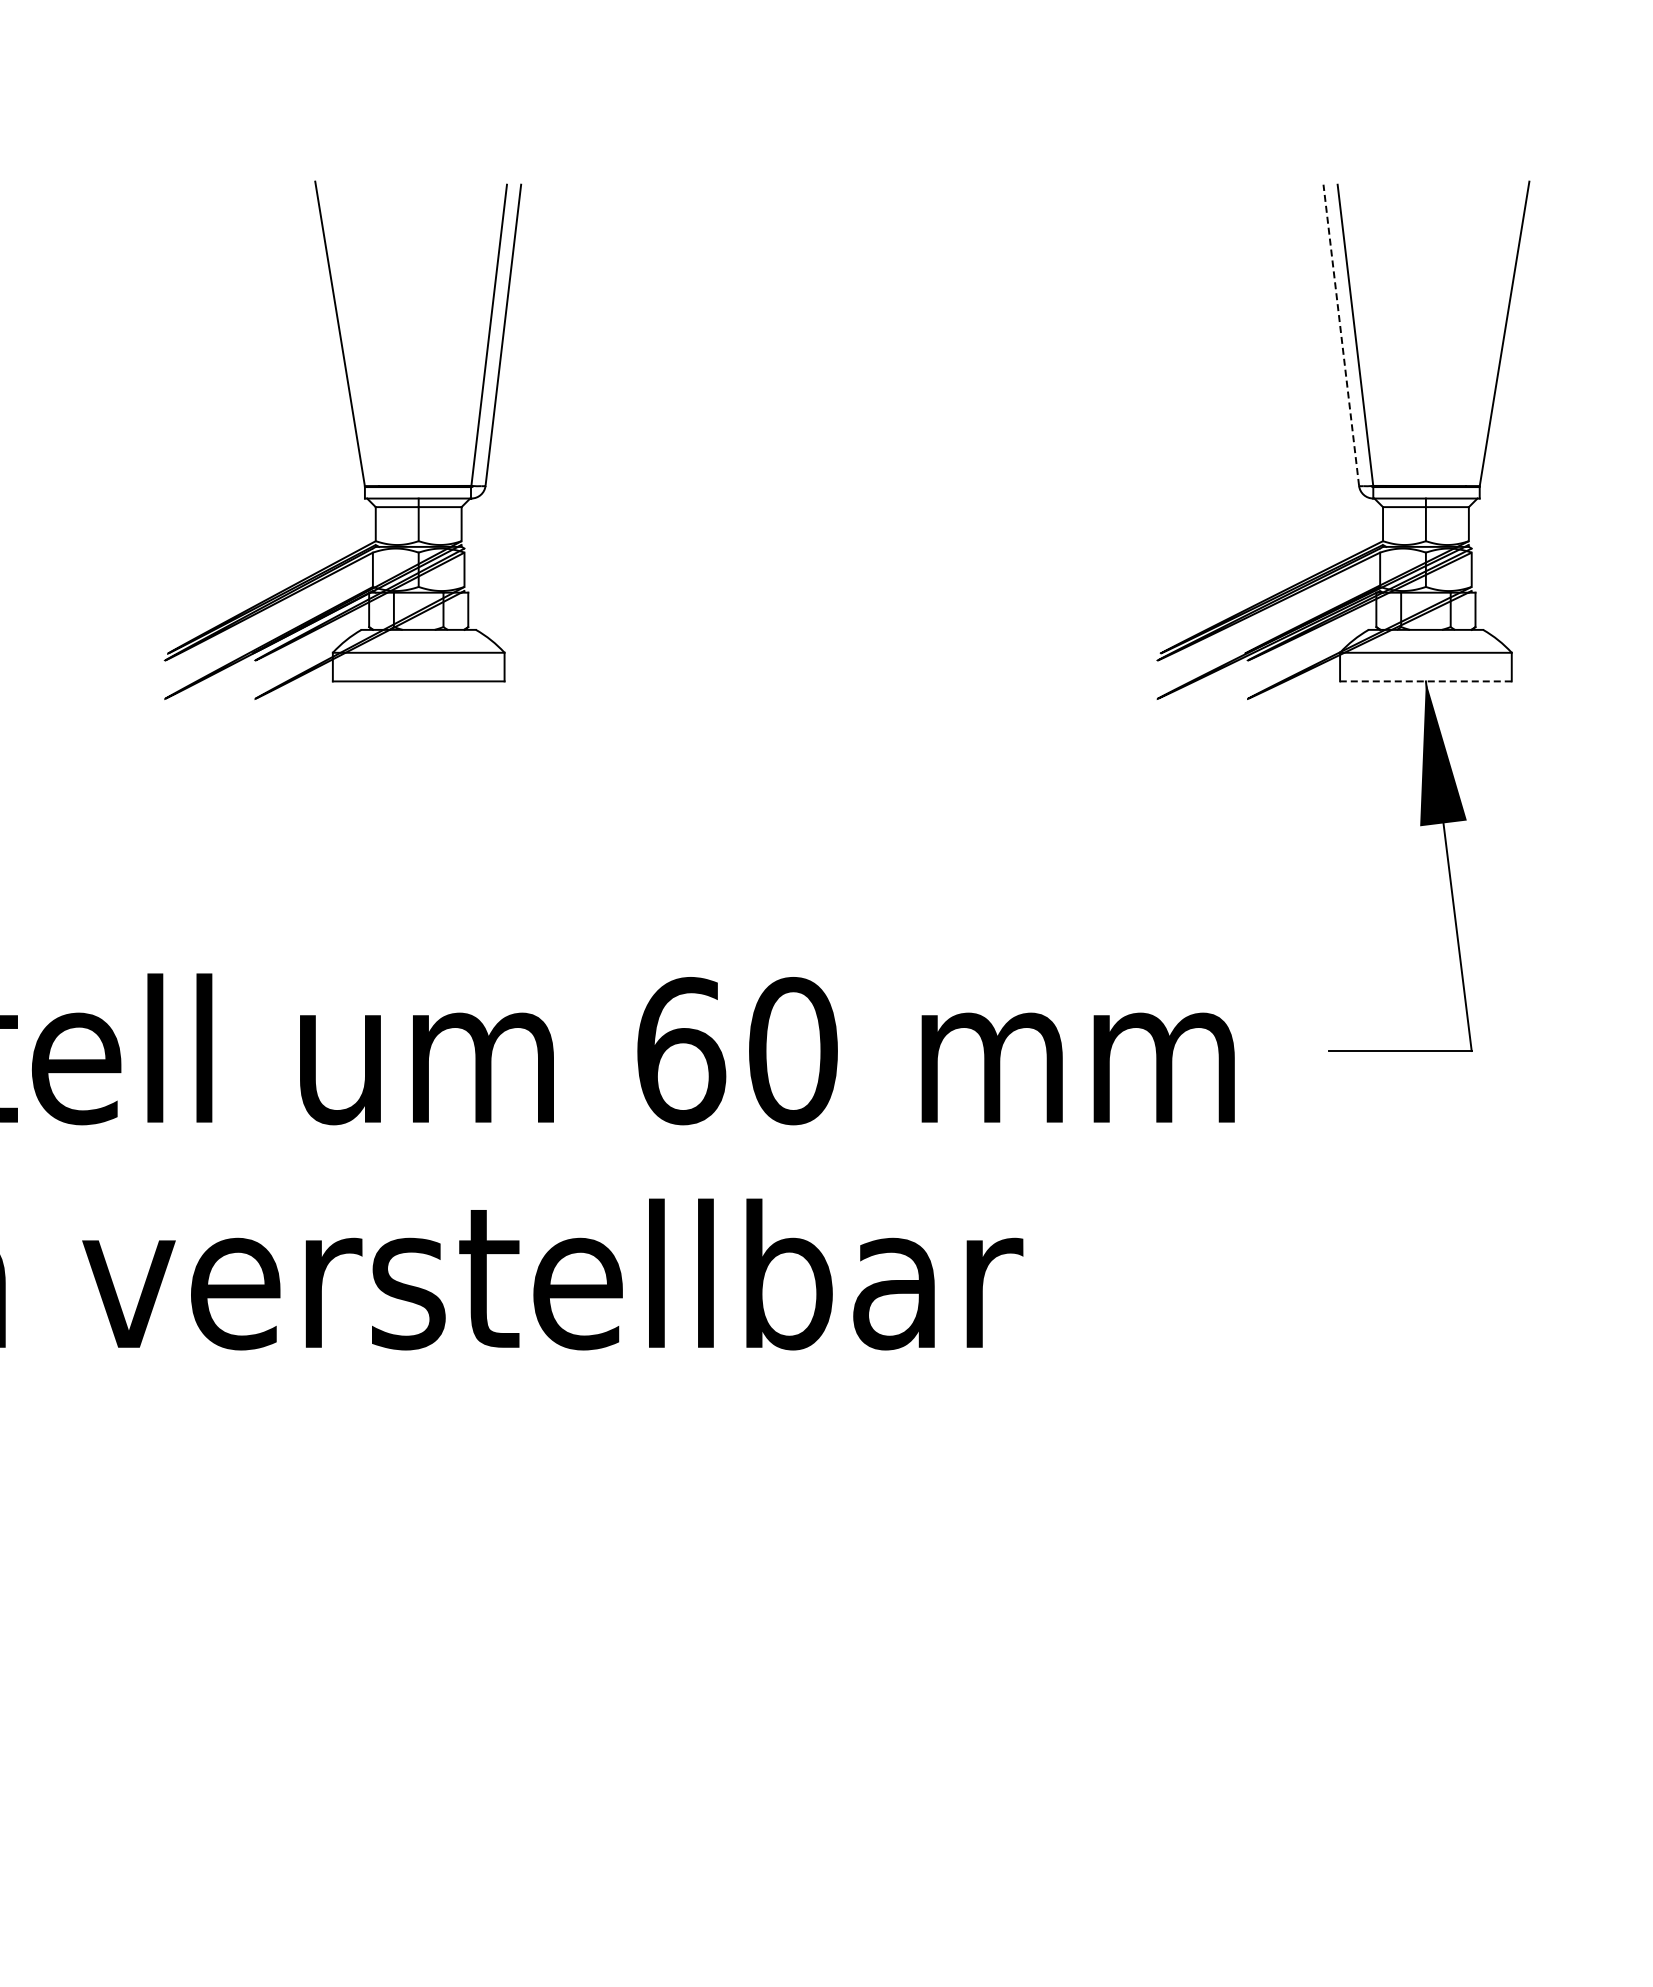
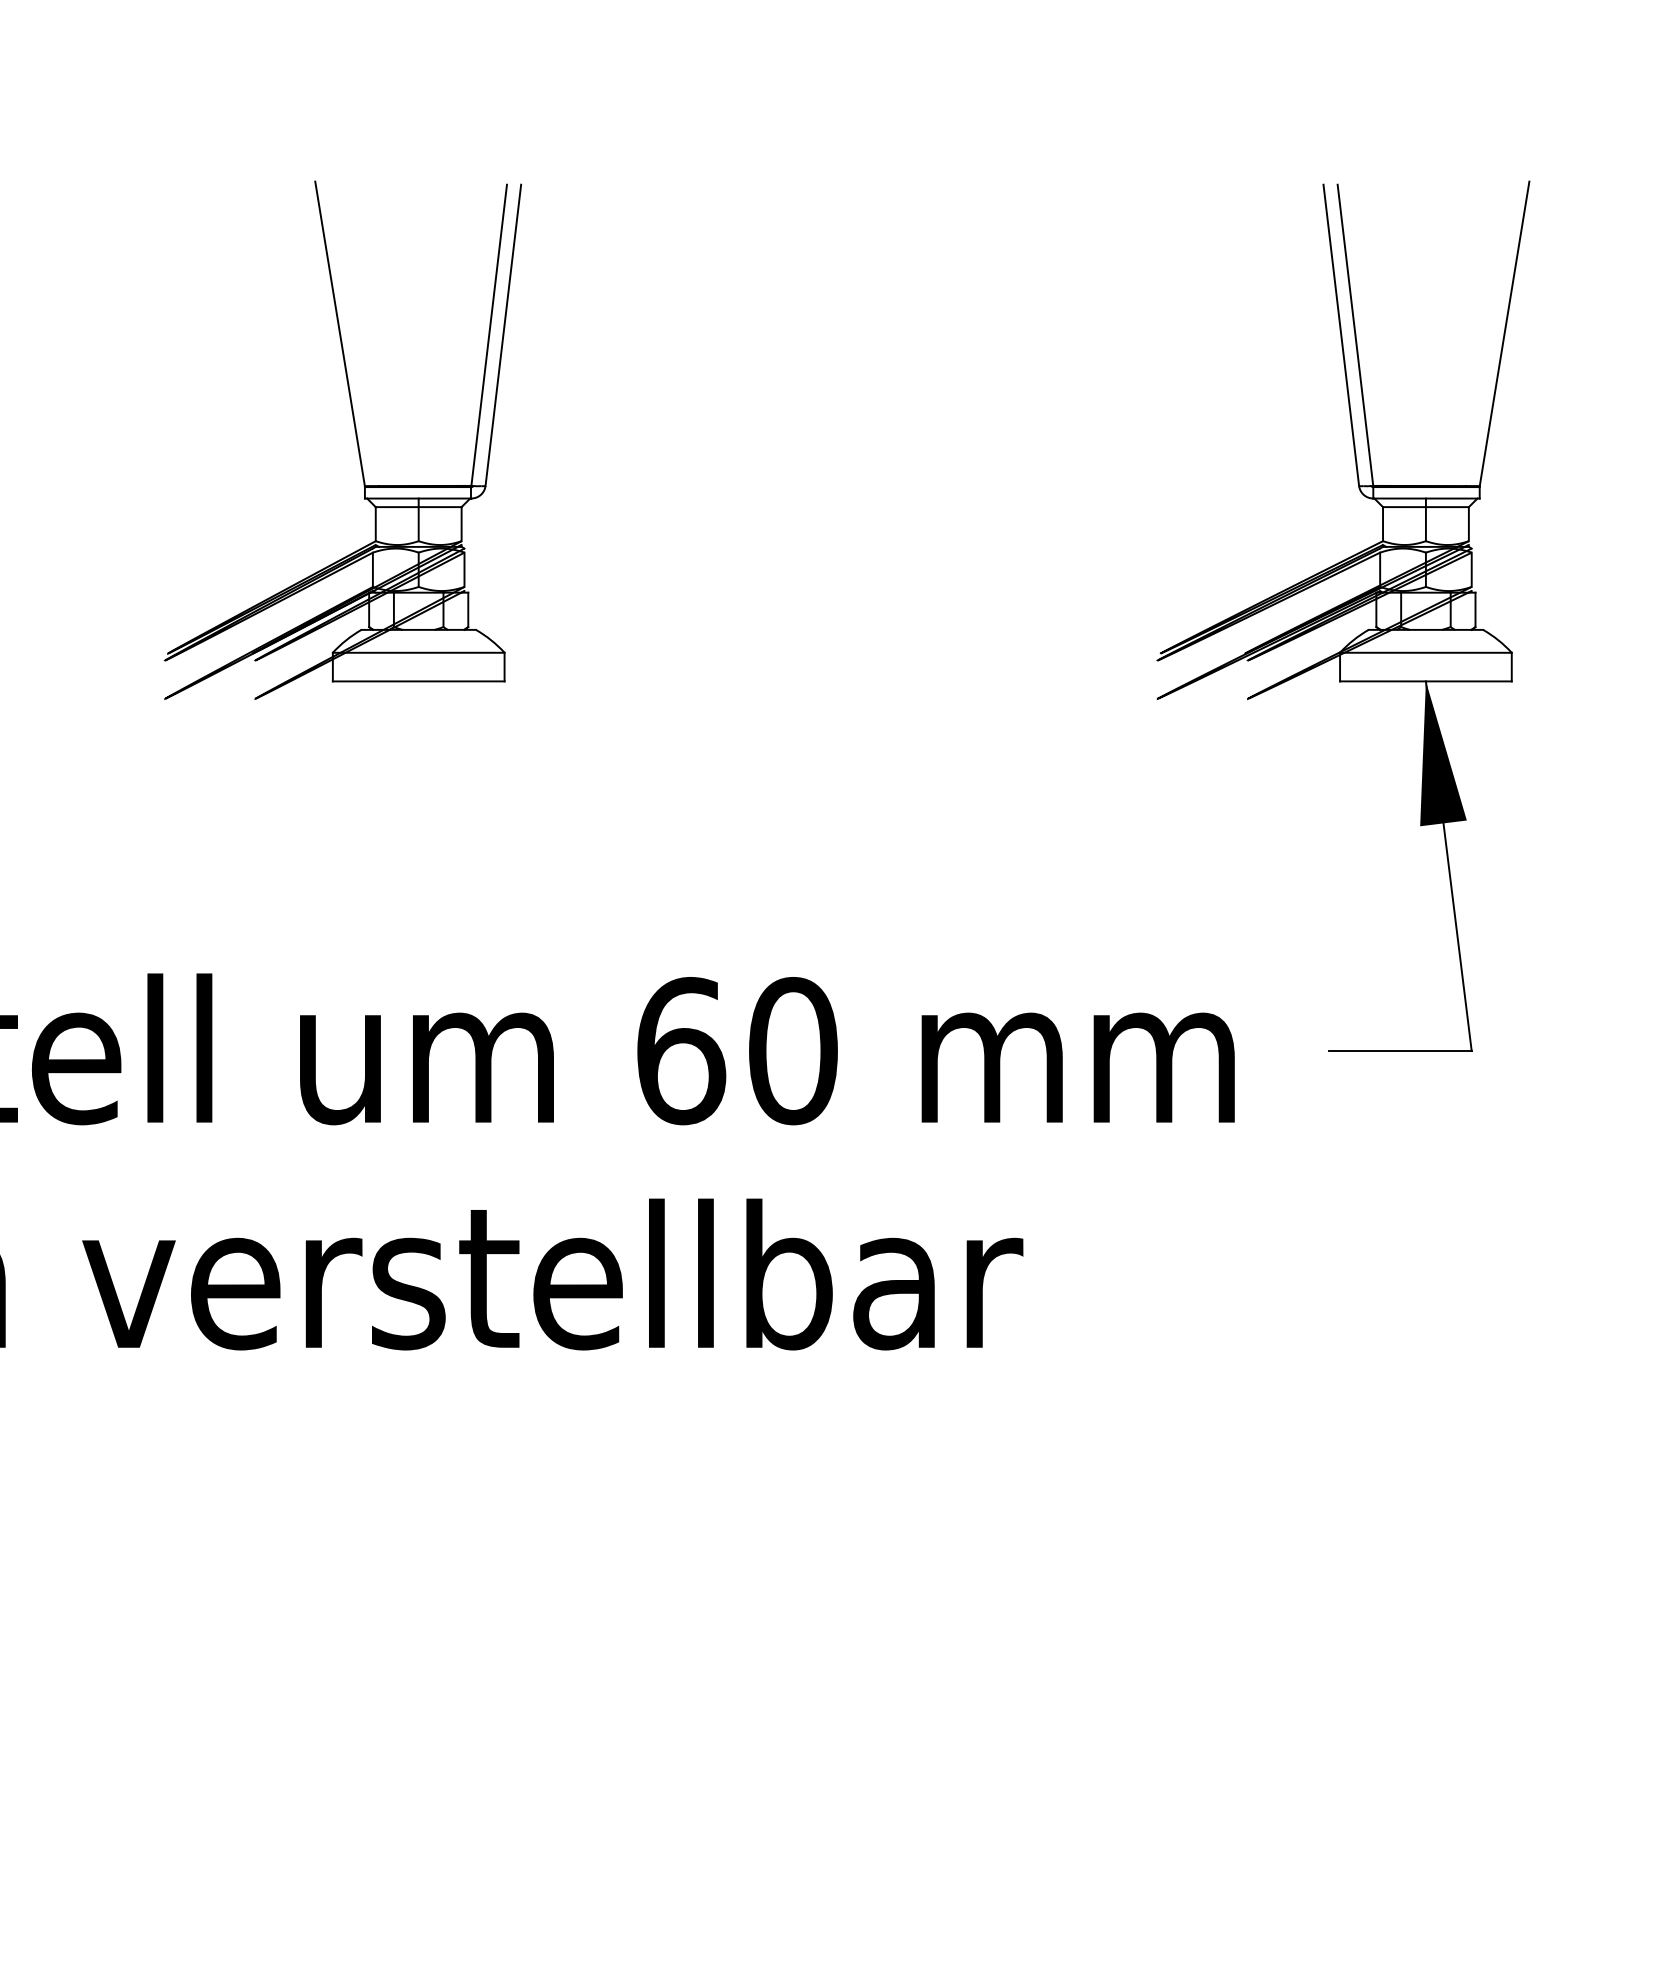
line at (1341, 335): dashed -> solid
line at (1425, 681): dashed -> solid
